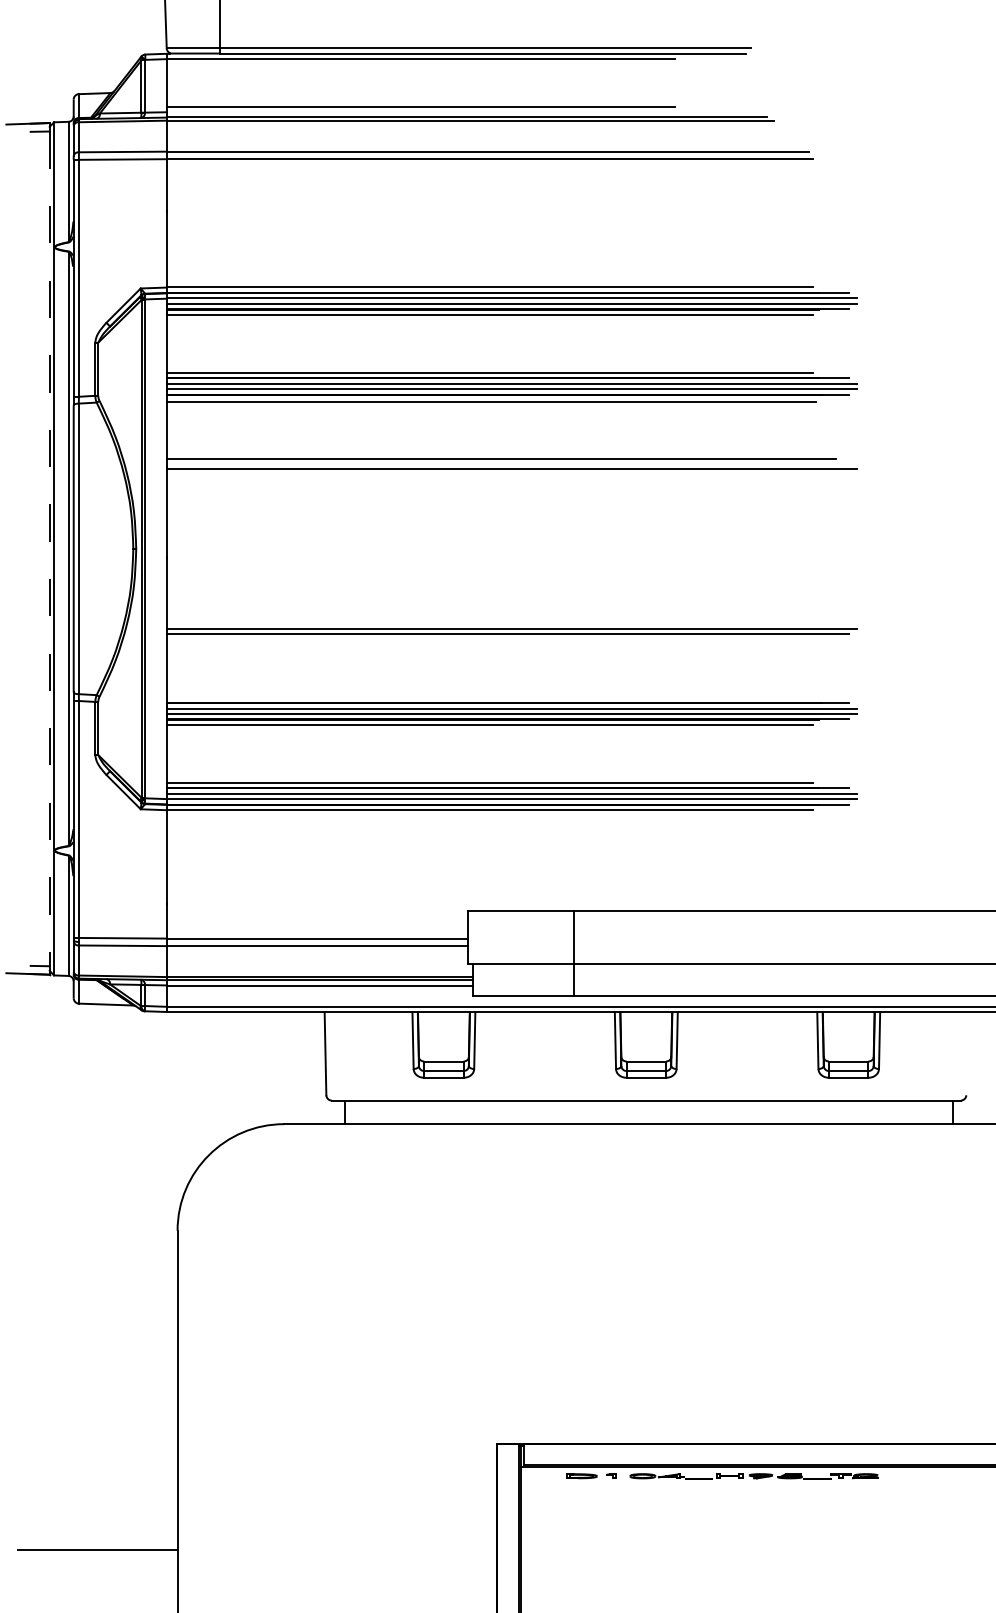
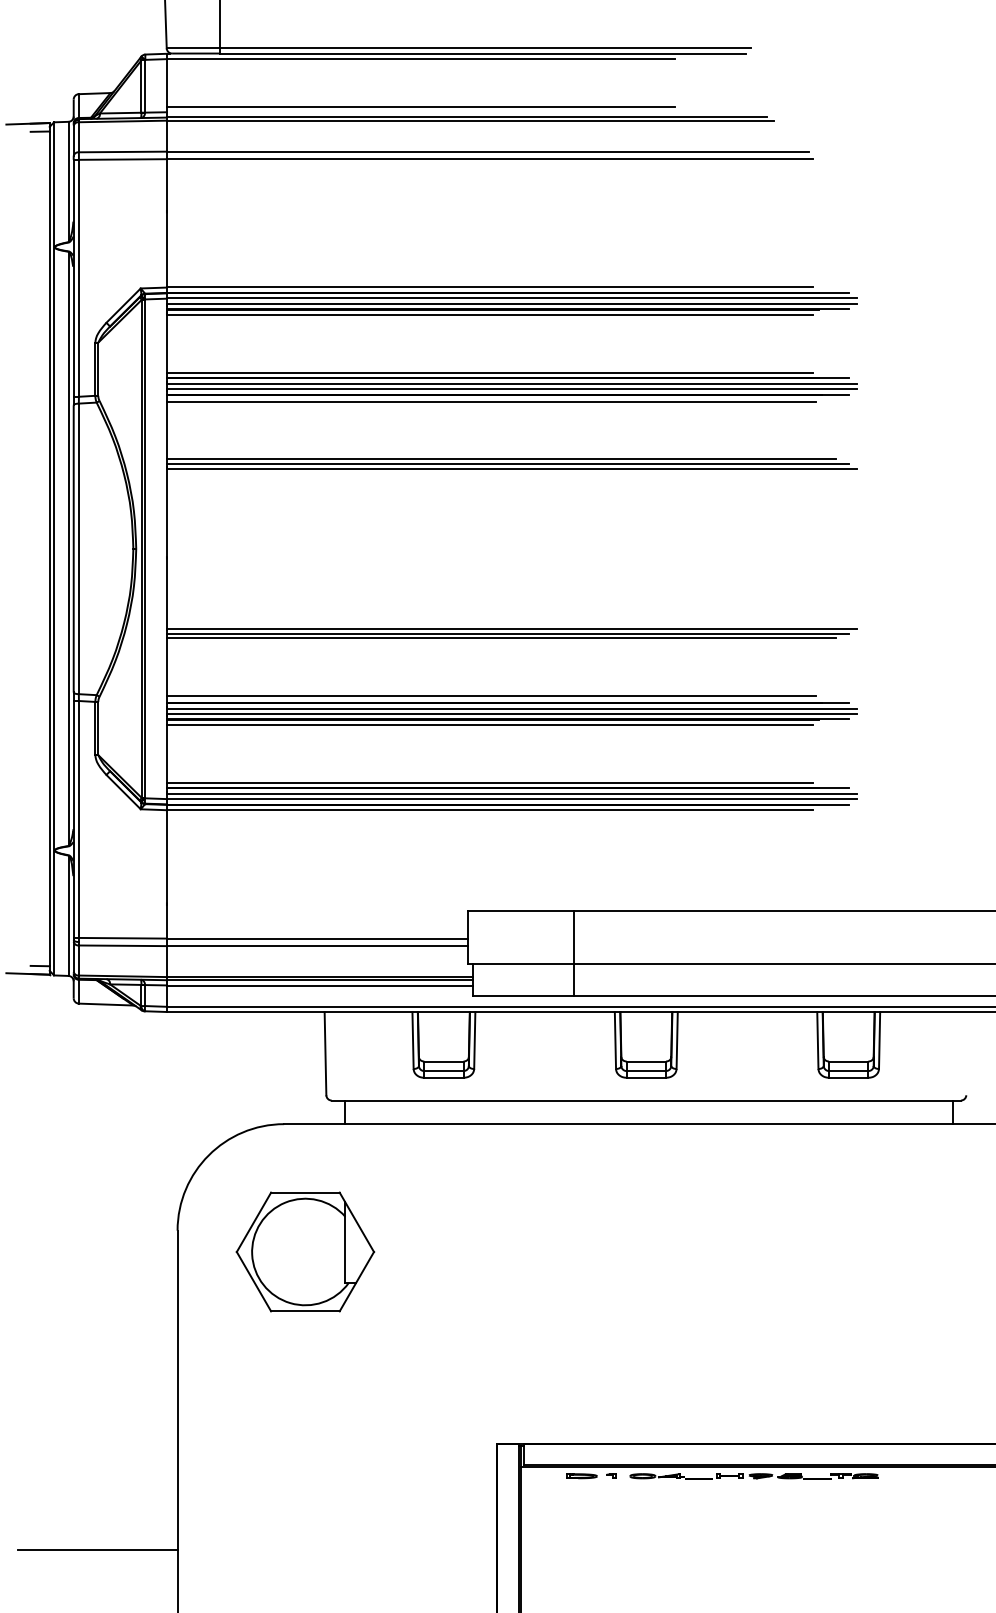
line at (507, 463): none -> present
line at (49, 549): dashed -> solid
line at (501, 638): none -> present
line at (490, 695): none -> present
part at (305, 1251): none -> present
